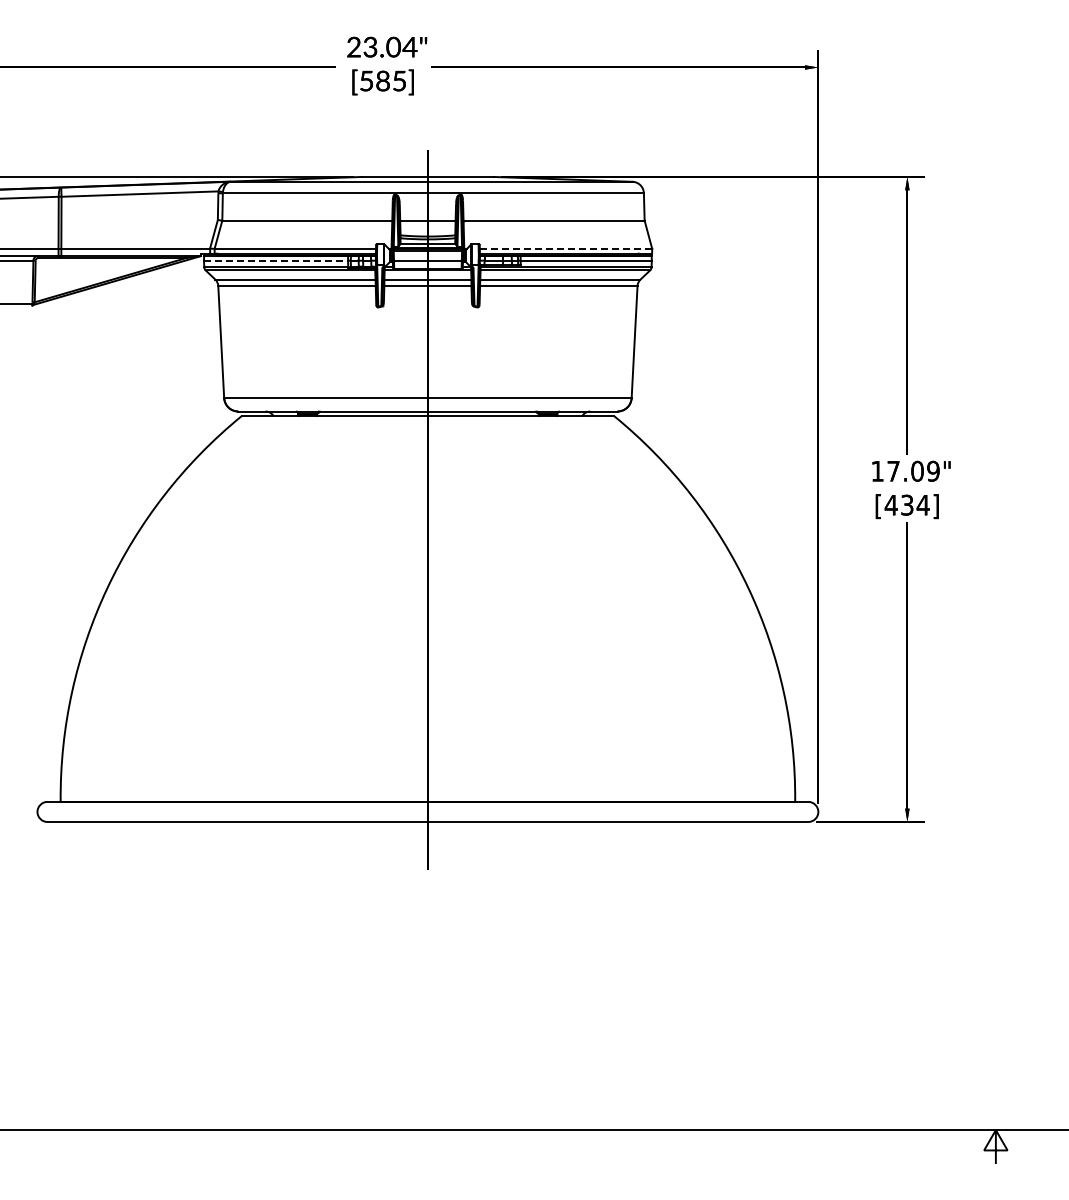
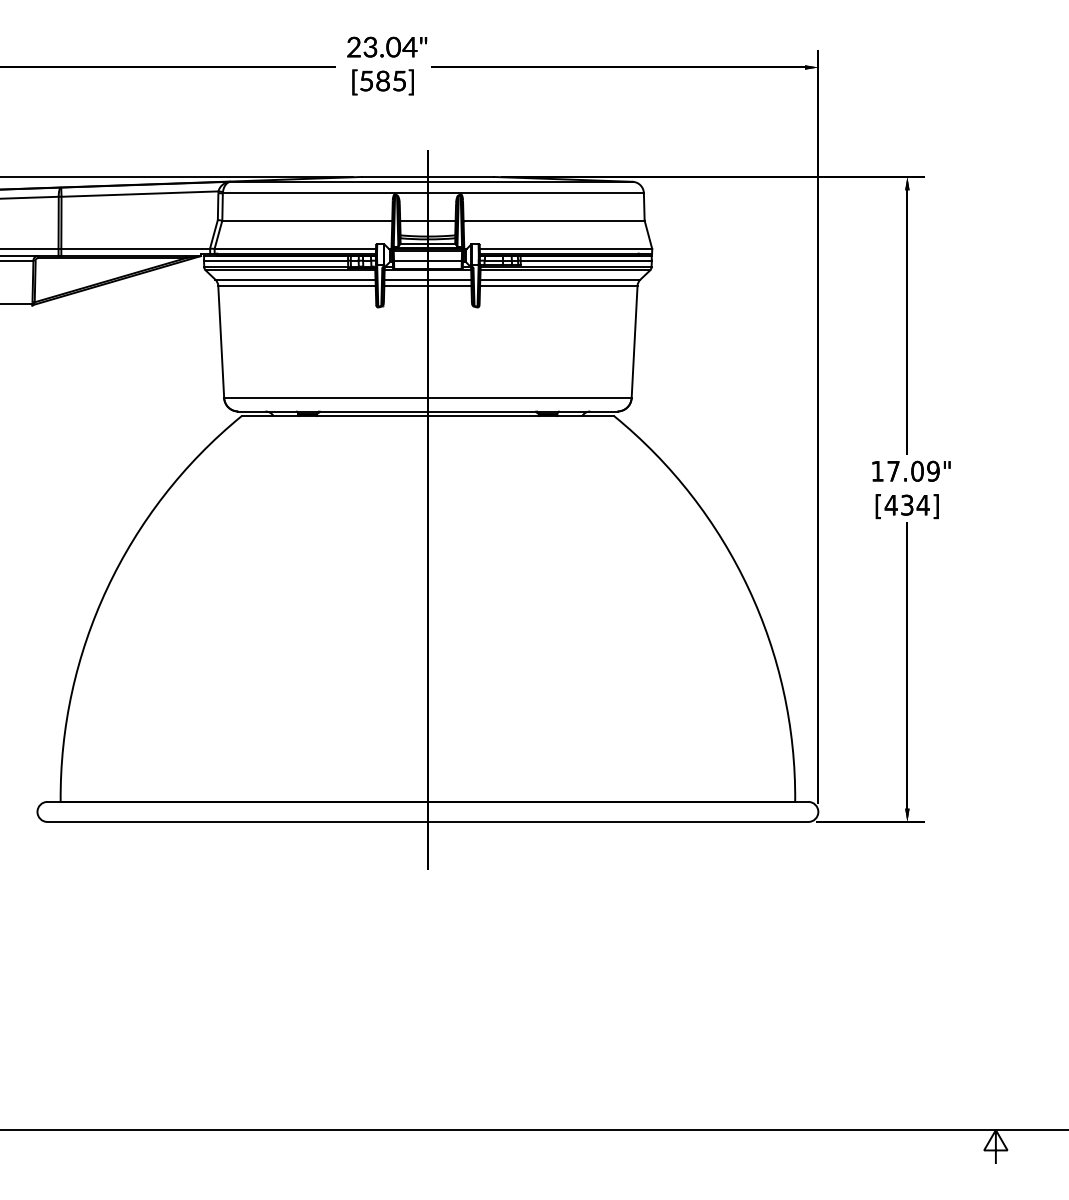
line at (566, 248): dashed -> solid
line at (276, 260): dashed -> solid
